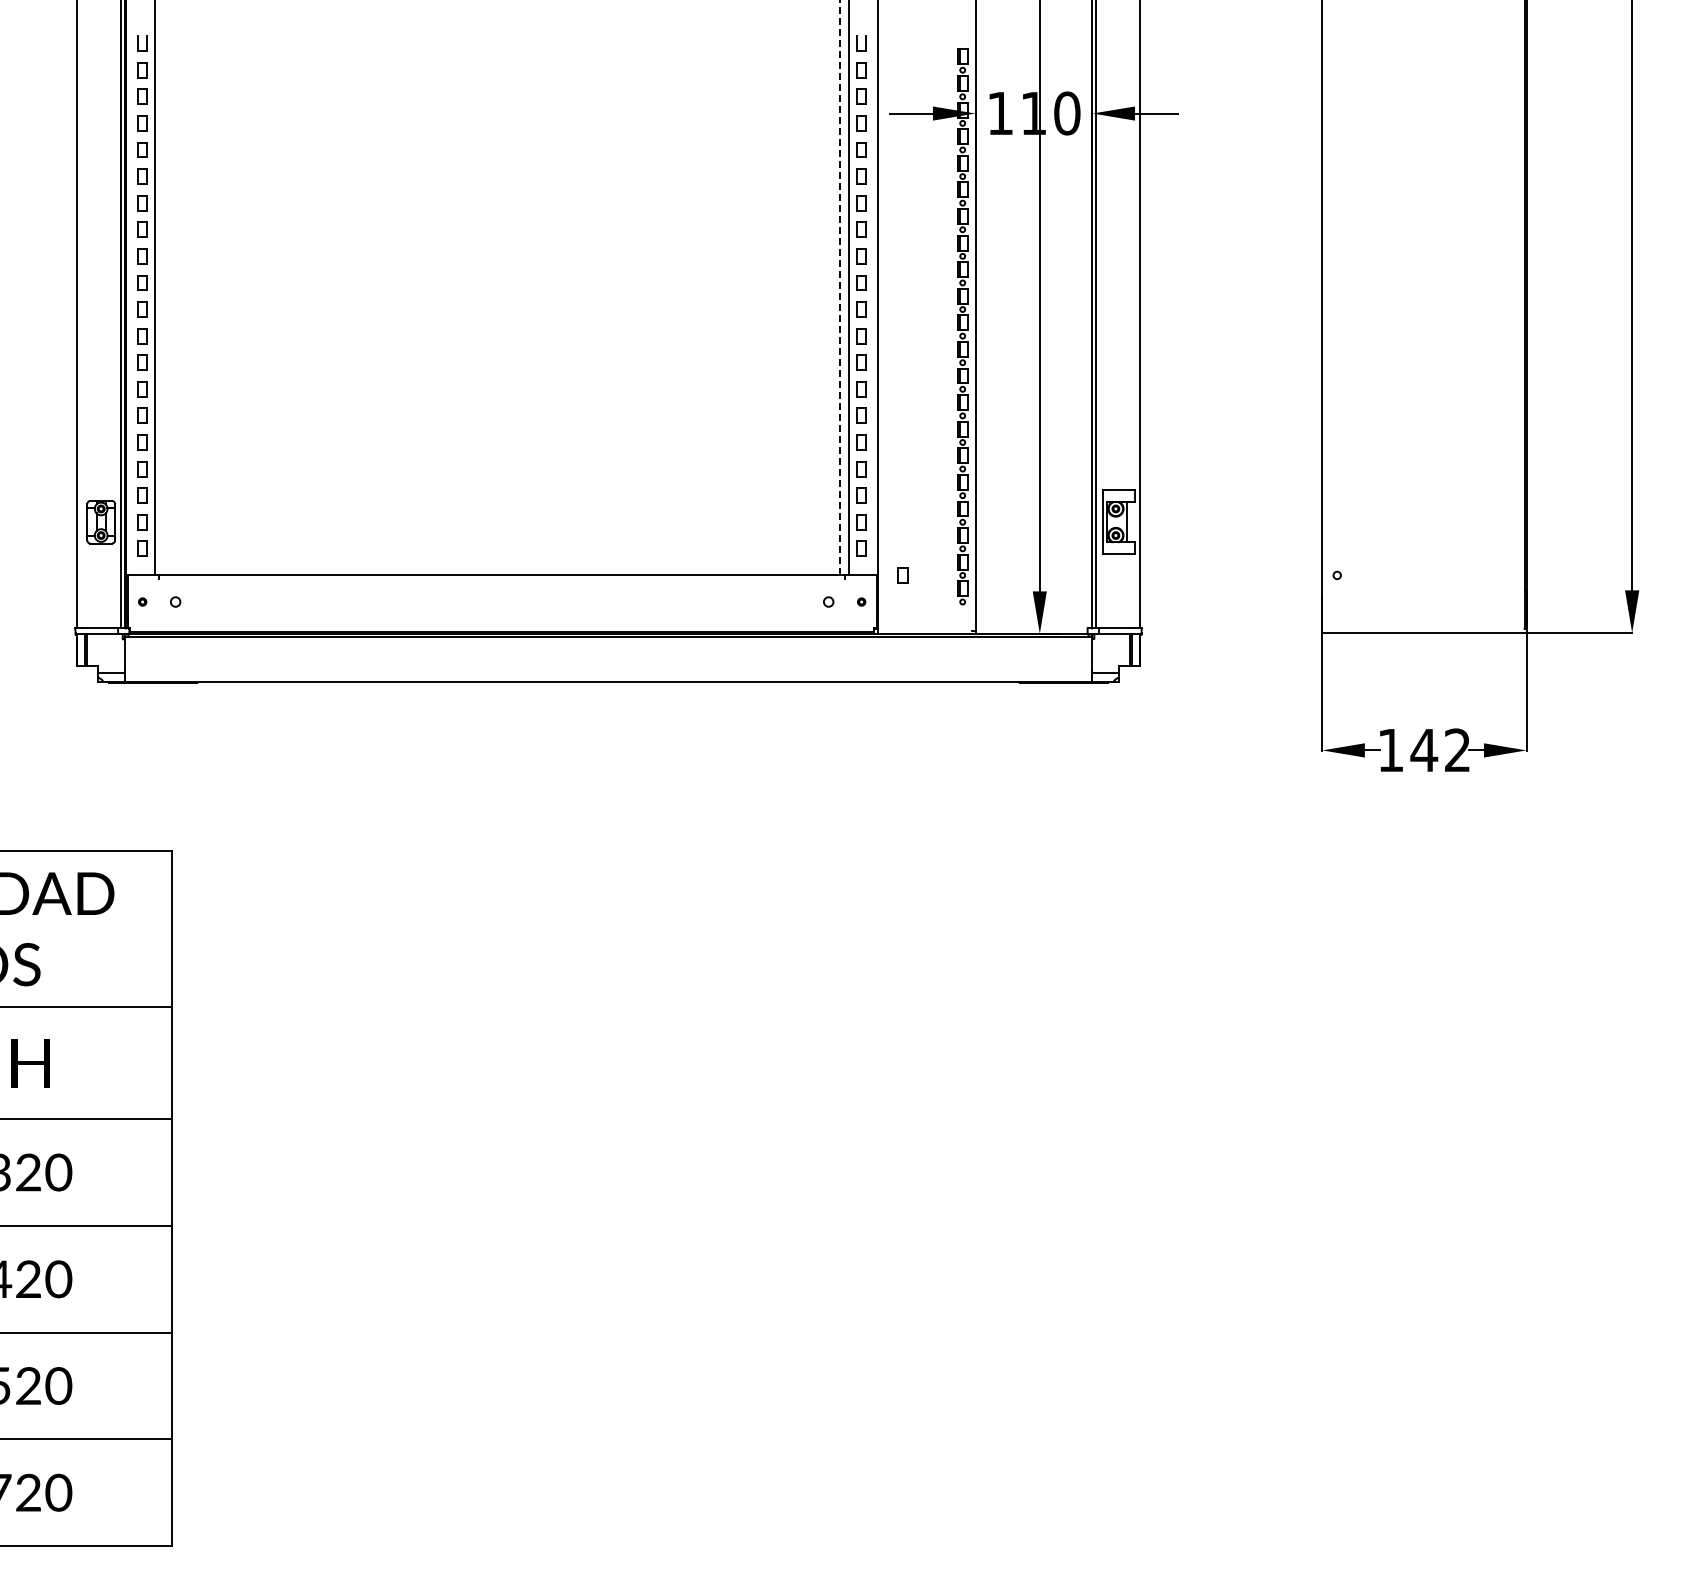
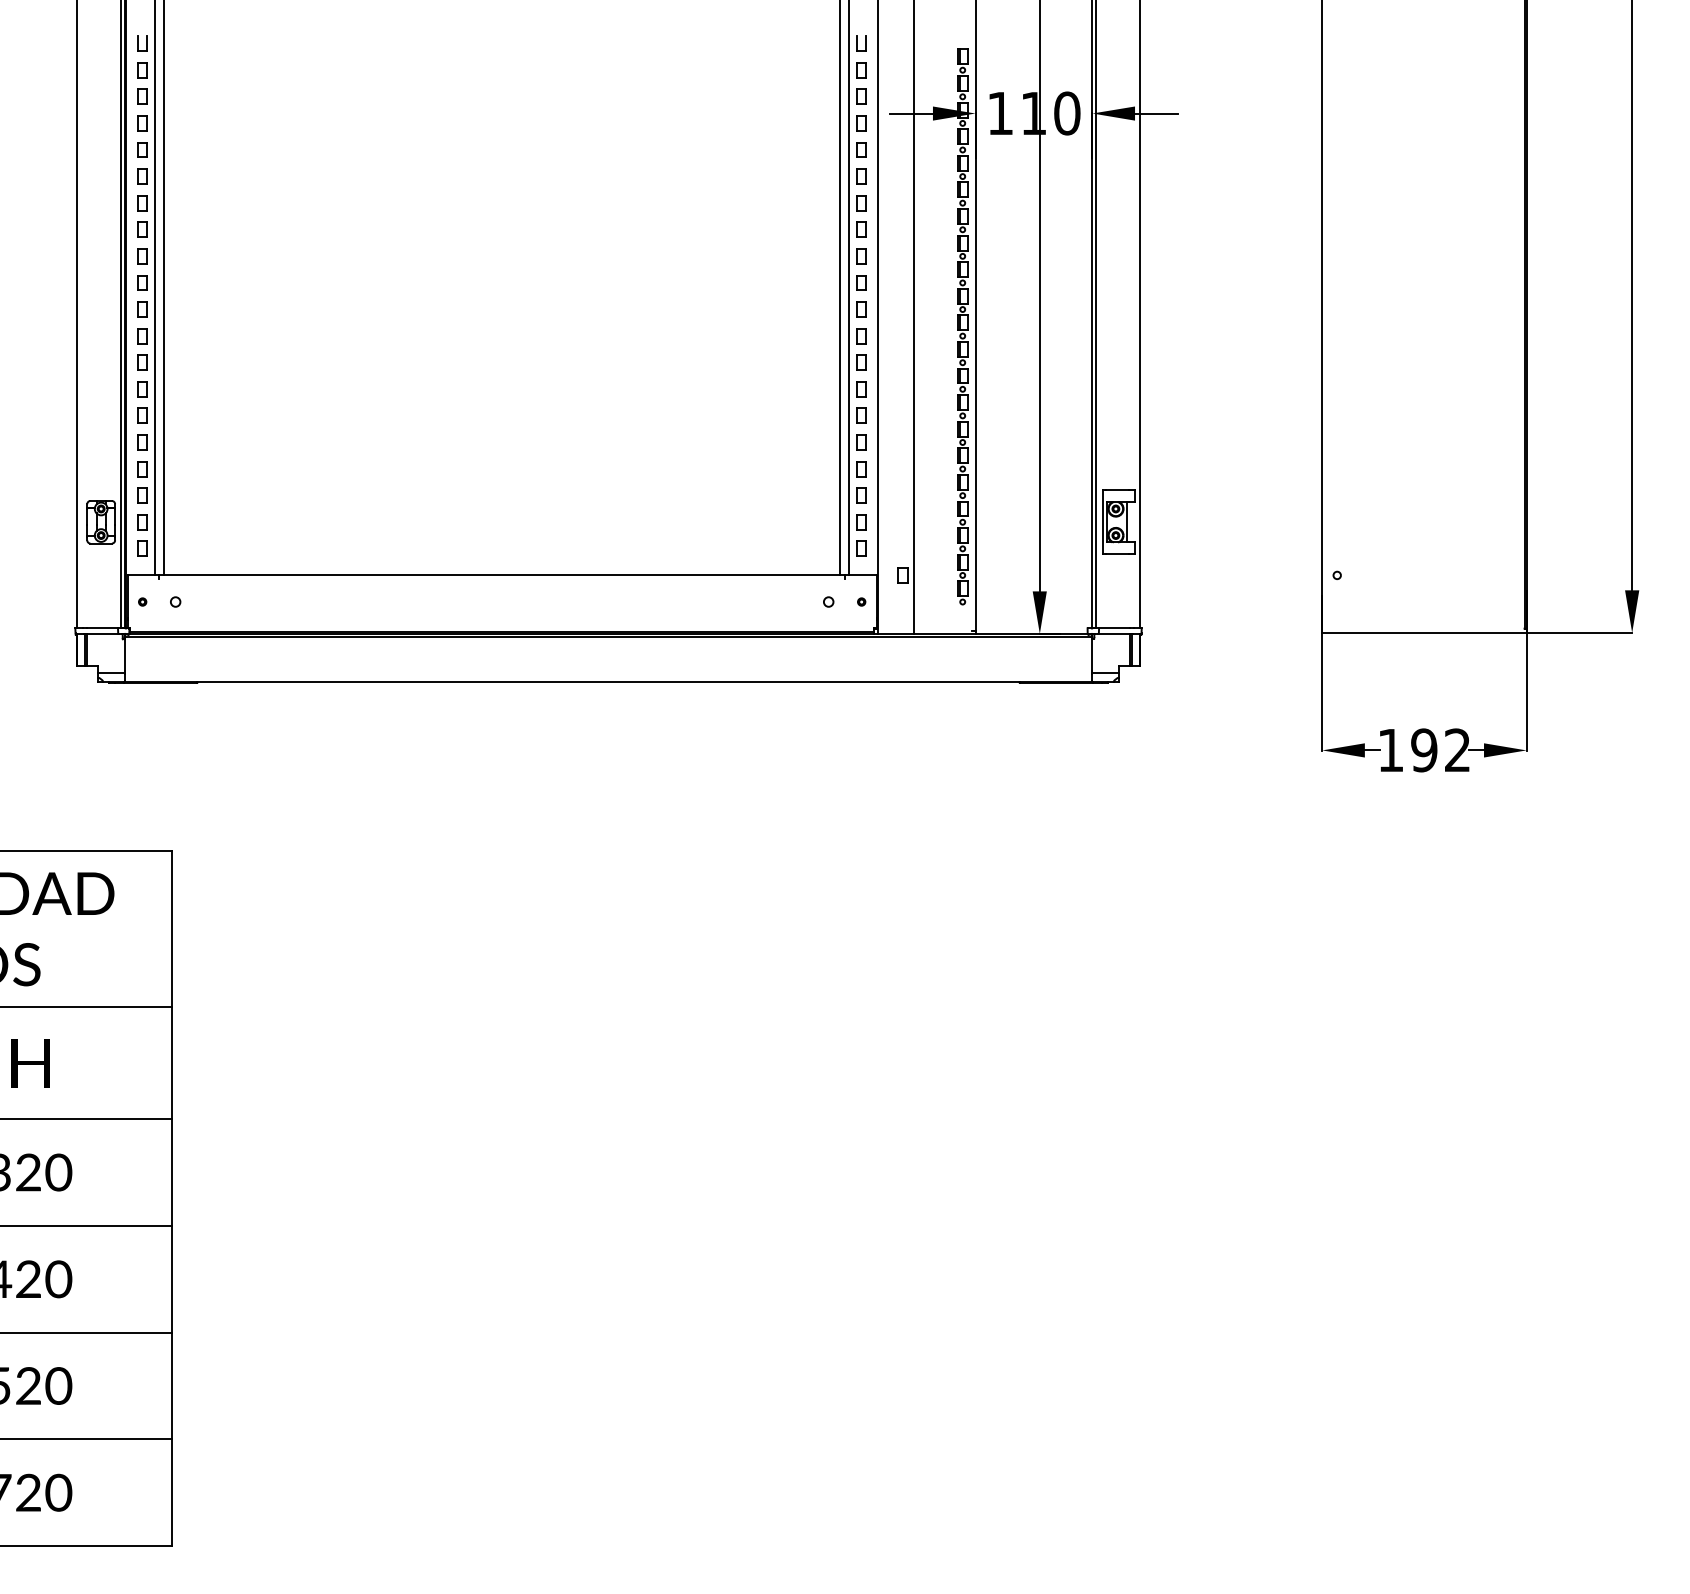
line at (839, 287): dashed -> solid
line at (164, 288): none -> present
line at (914, 317): none -> present
text at (1424, 750): 142 -> 192
